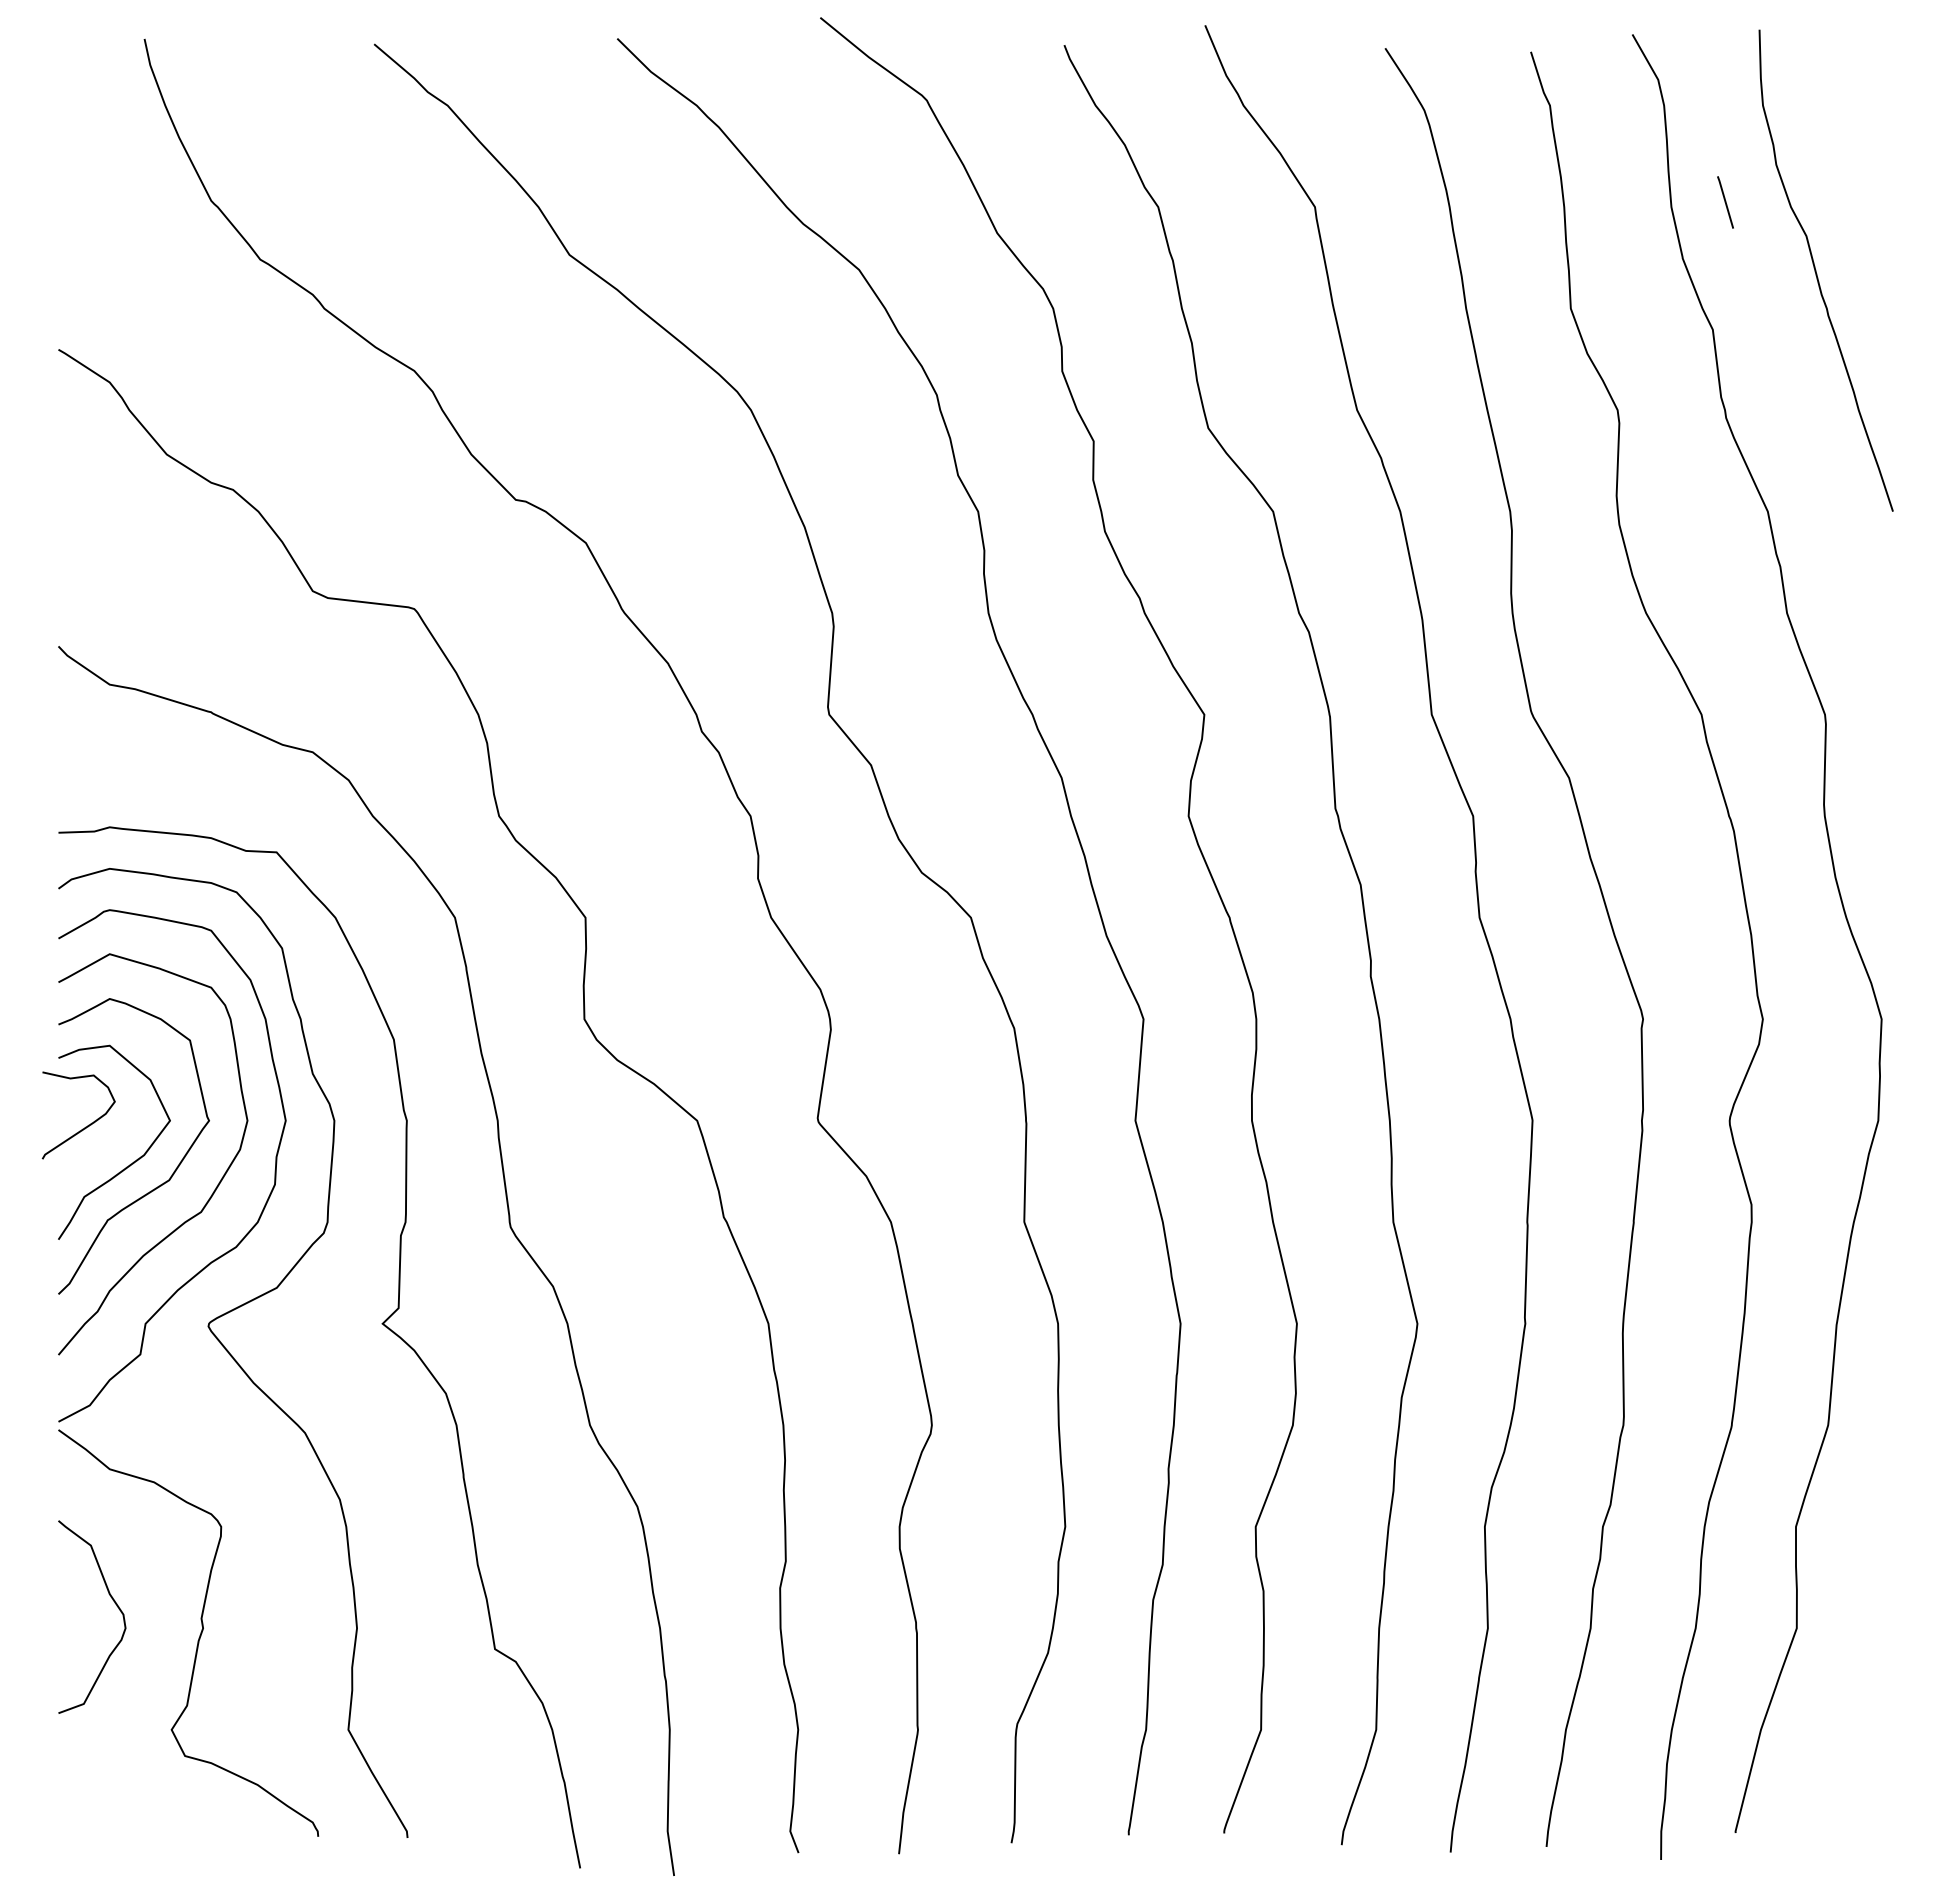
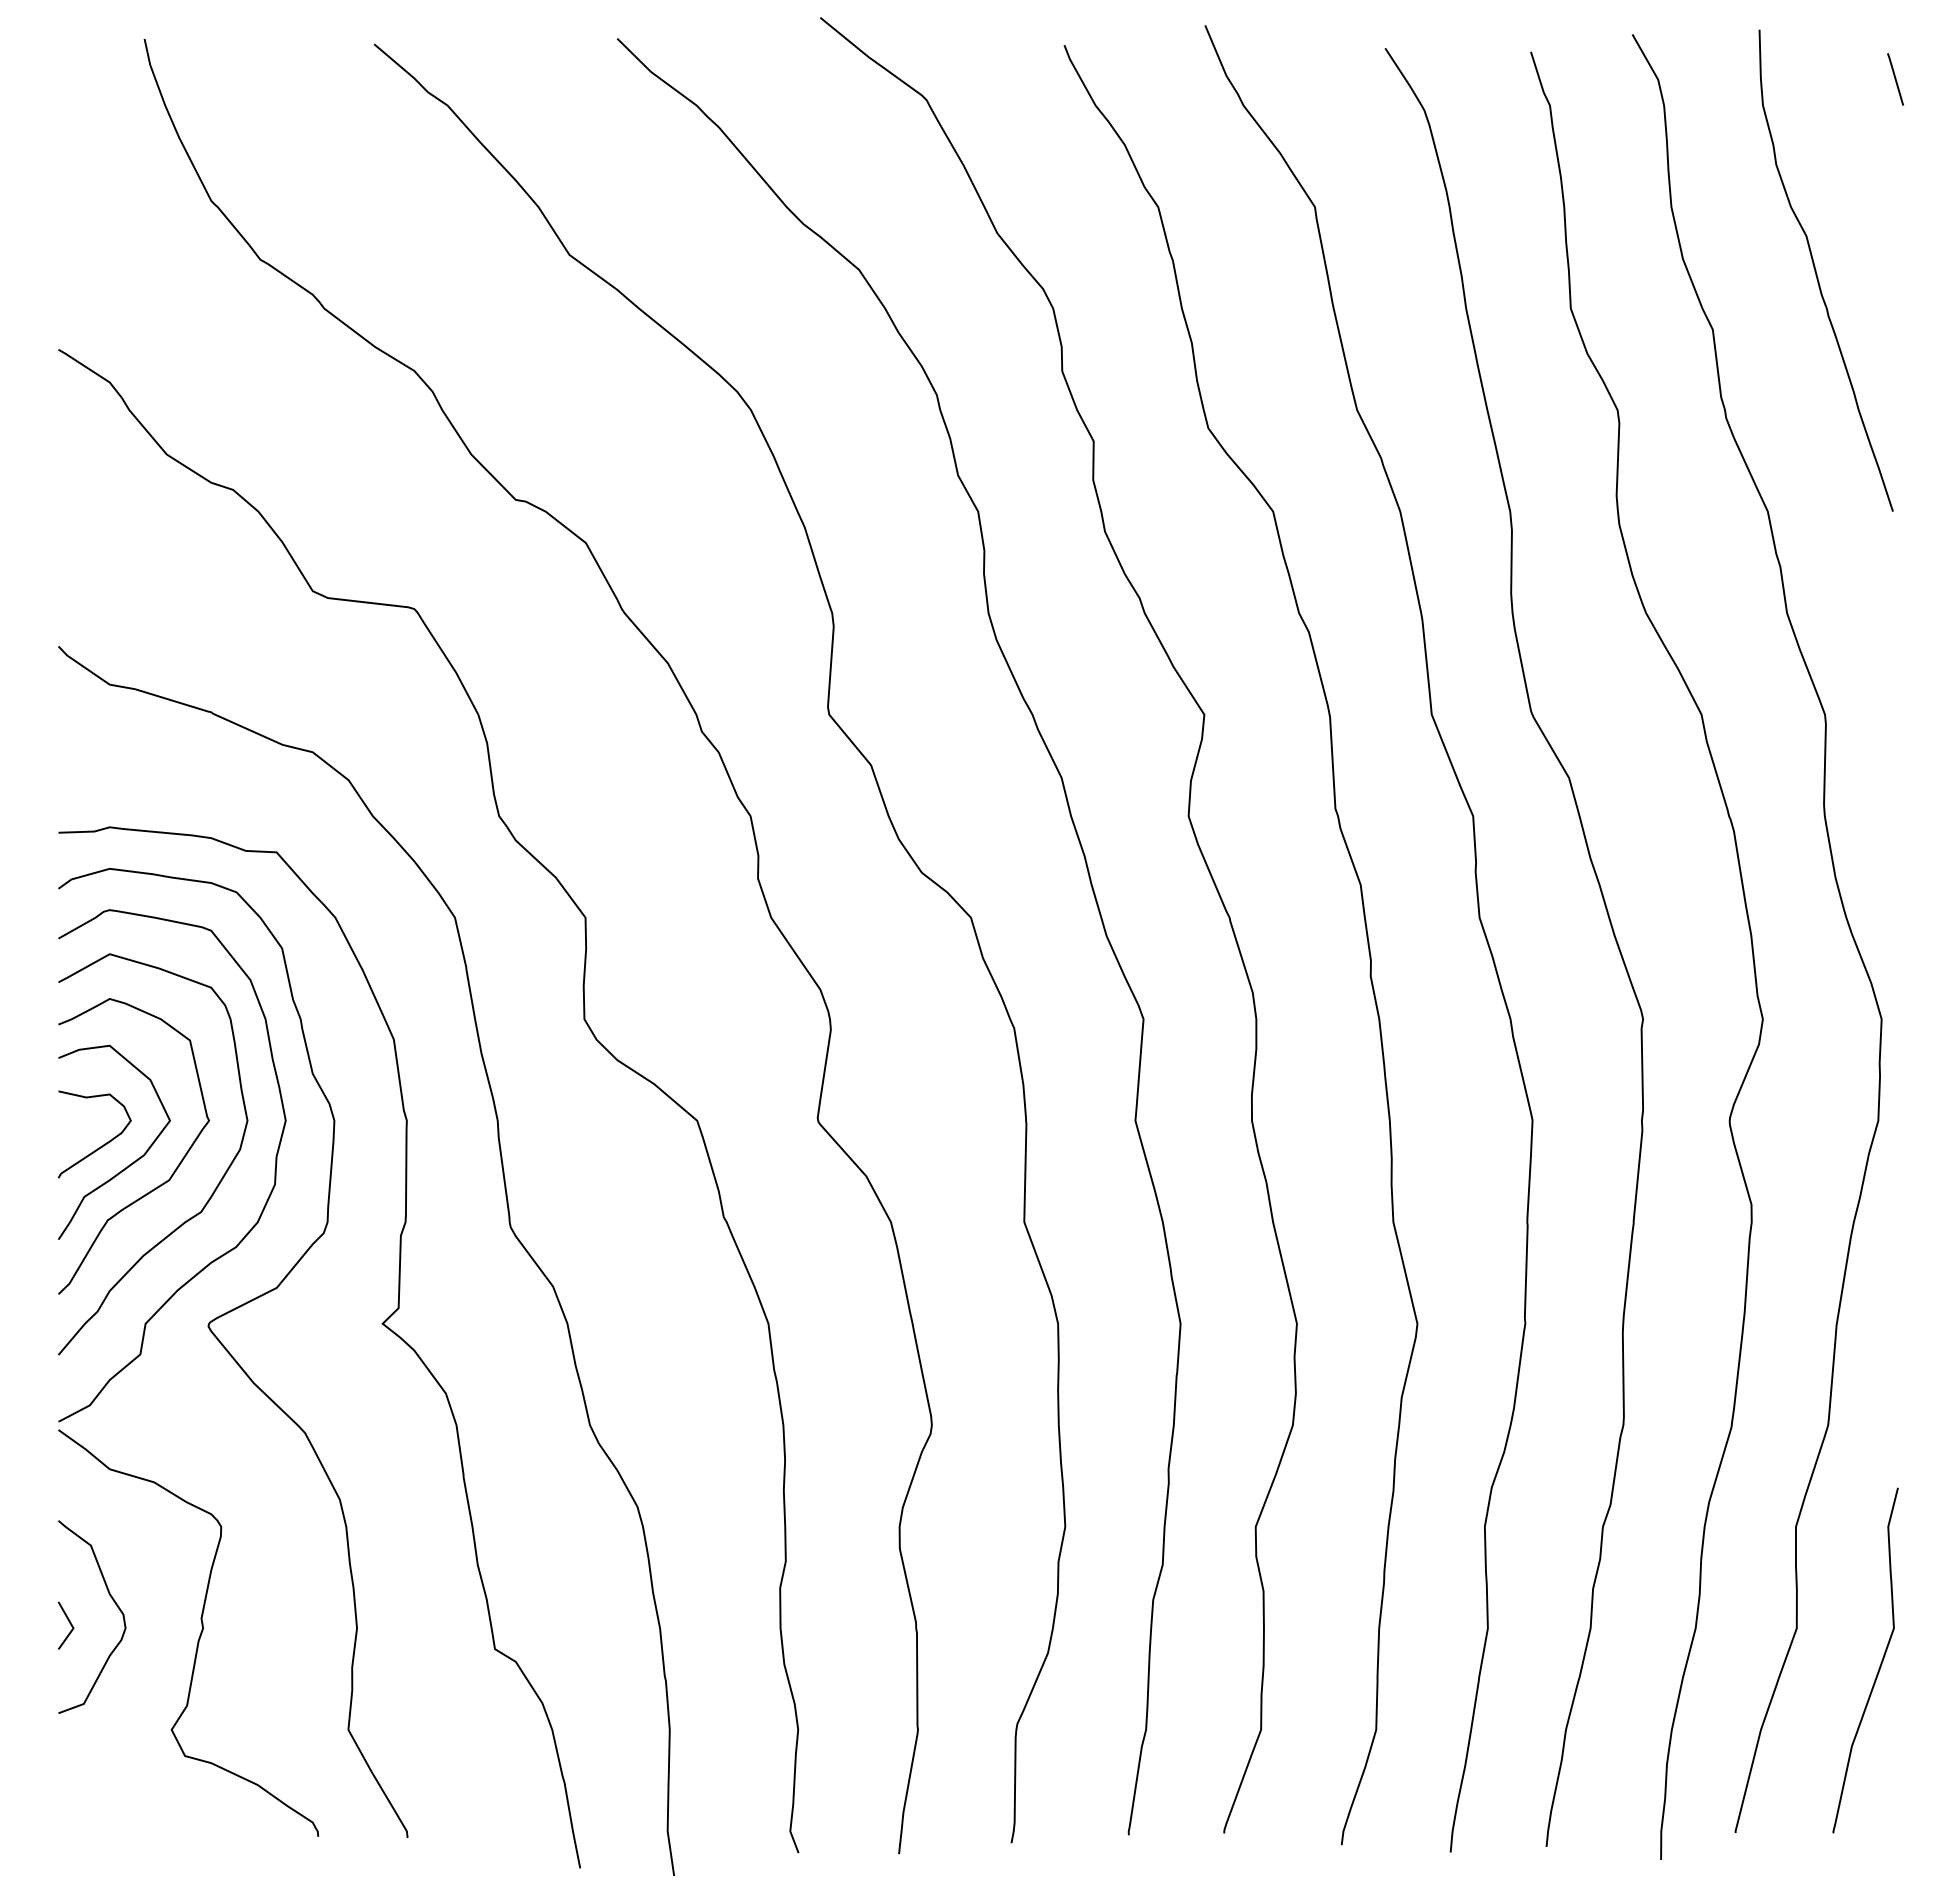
line at (1725, 202) position: (1725, 202) -> (1895, 79)
curve at (85, 1126) position: (85, 1126) -> (101, 1145)
line at (69, 1623): none -> present
curve at (1879, 1665): none -> present
